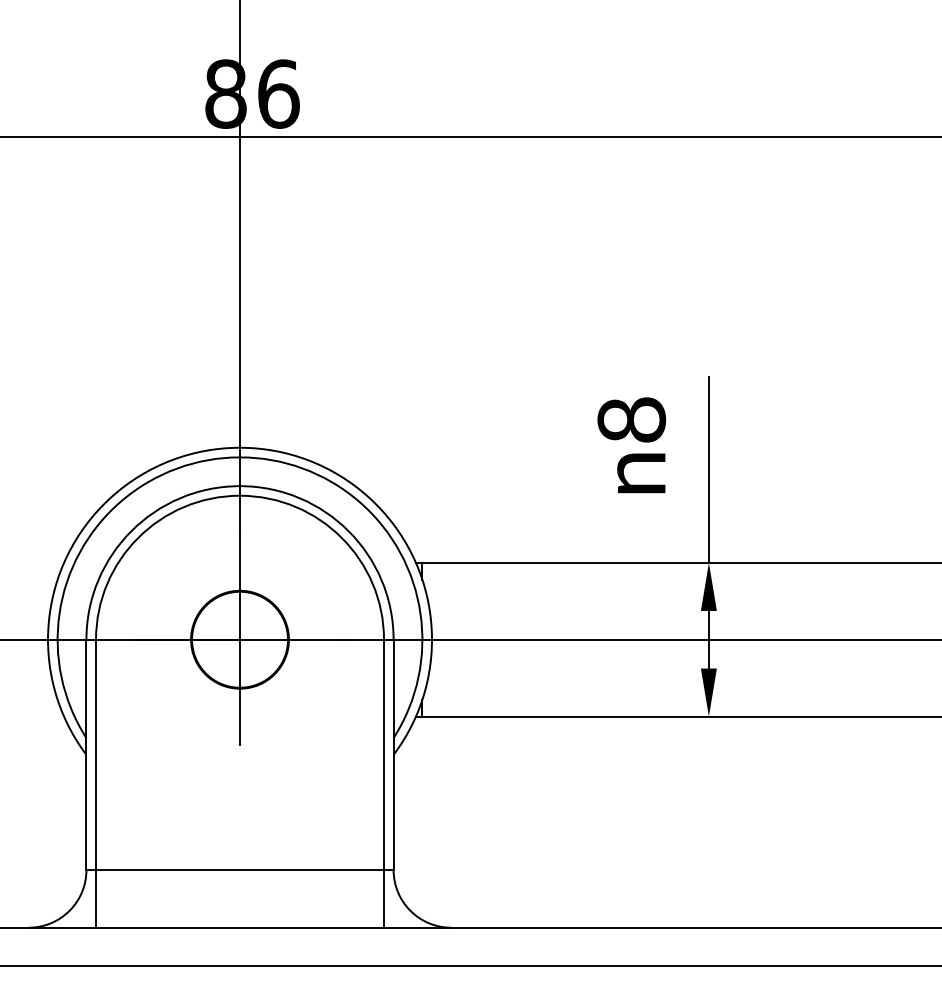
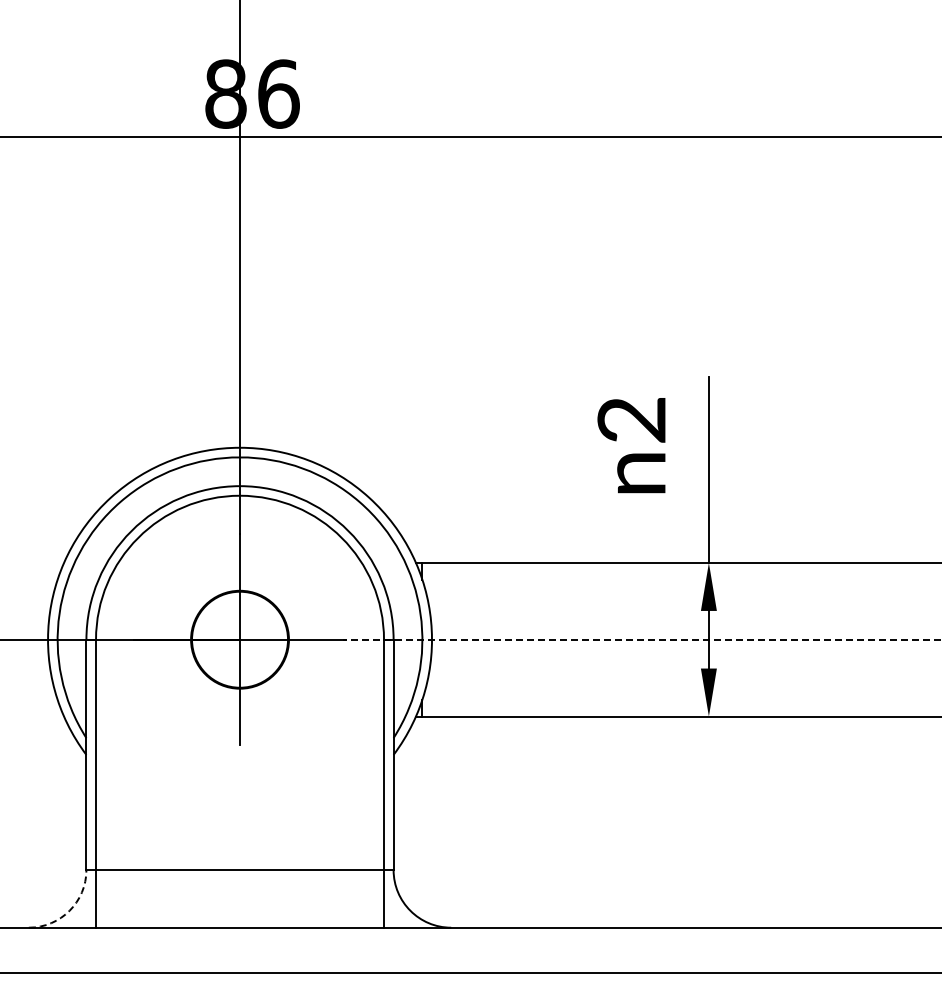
text at (632, 419): 8 -> 2
line at (641, 639): solid -> dashed
arc at (69, 910): solid -> dashed
line at (470, 966) position: (470, 966) -> (470, 973)
